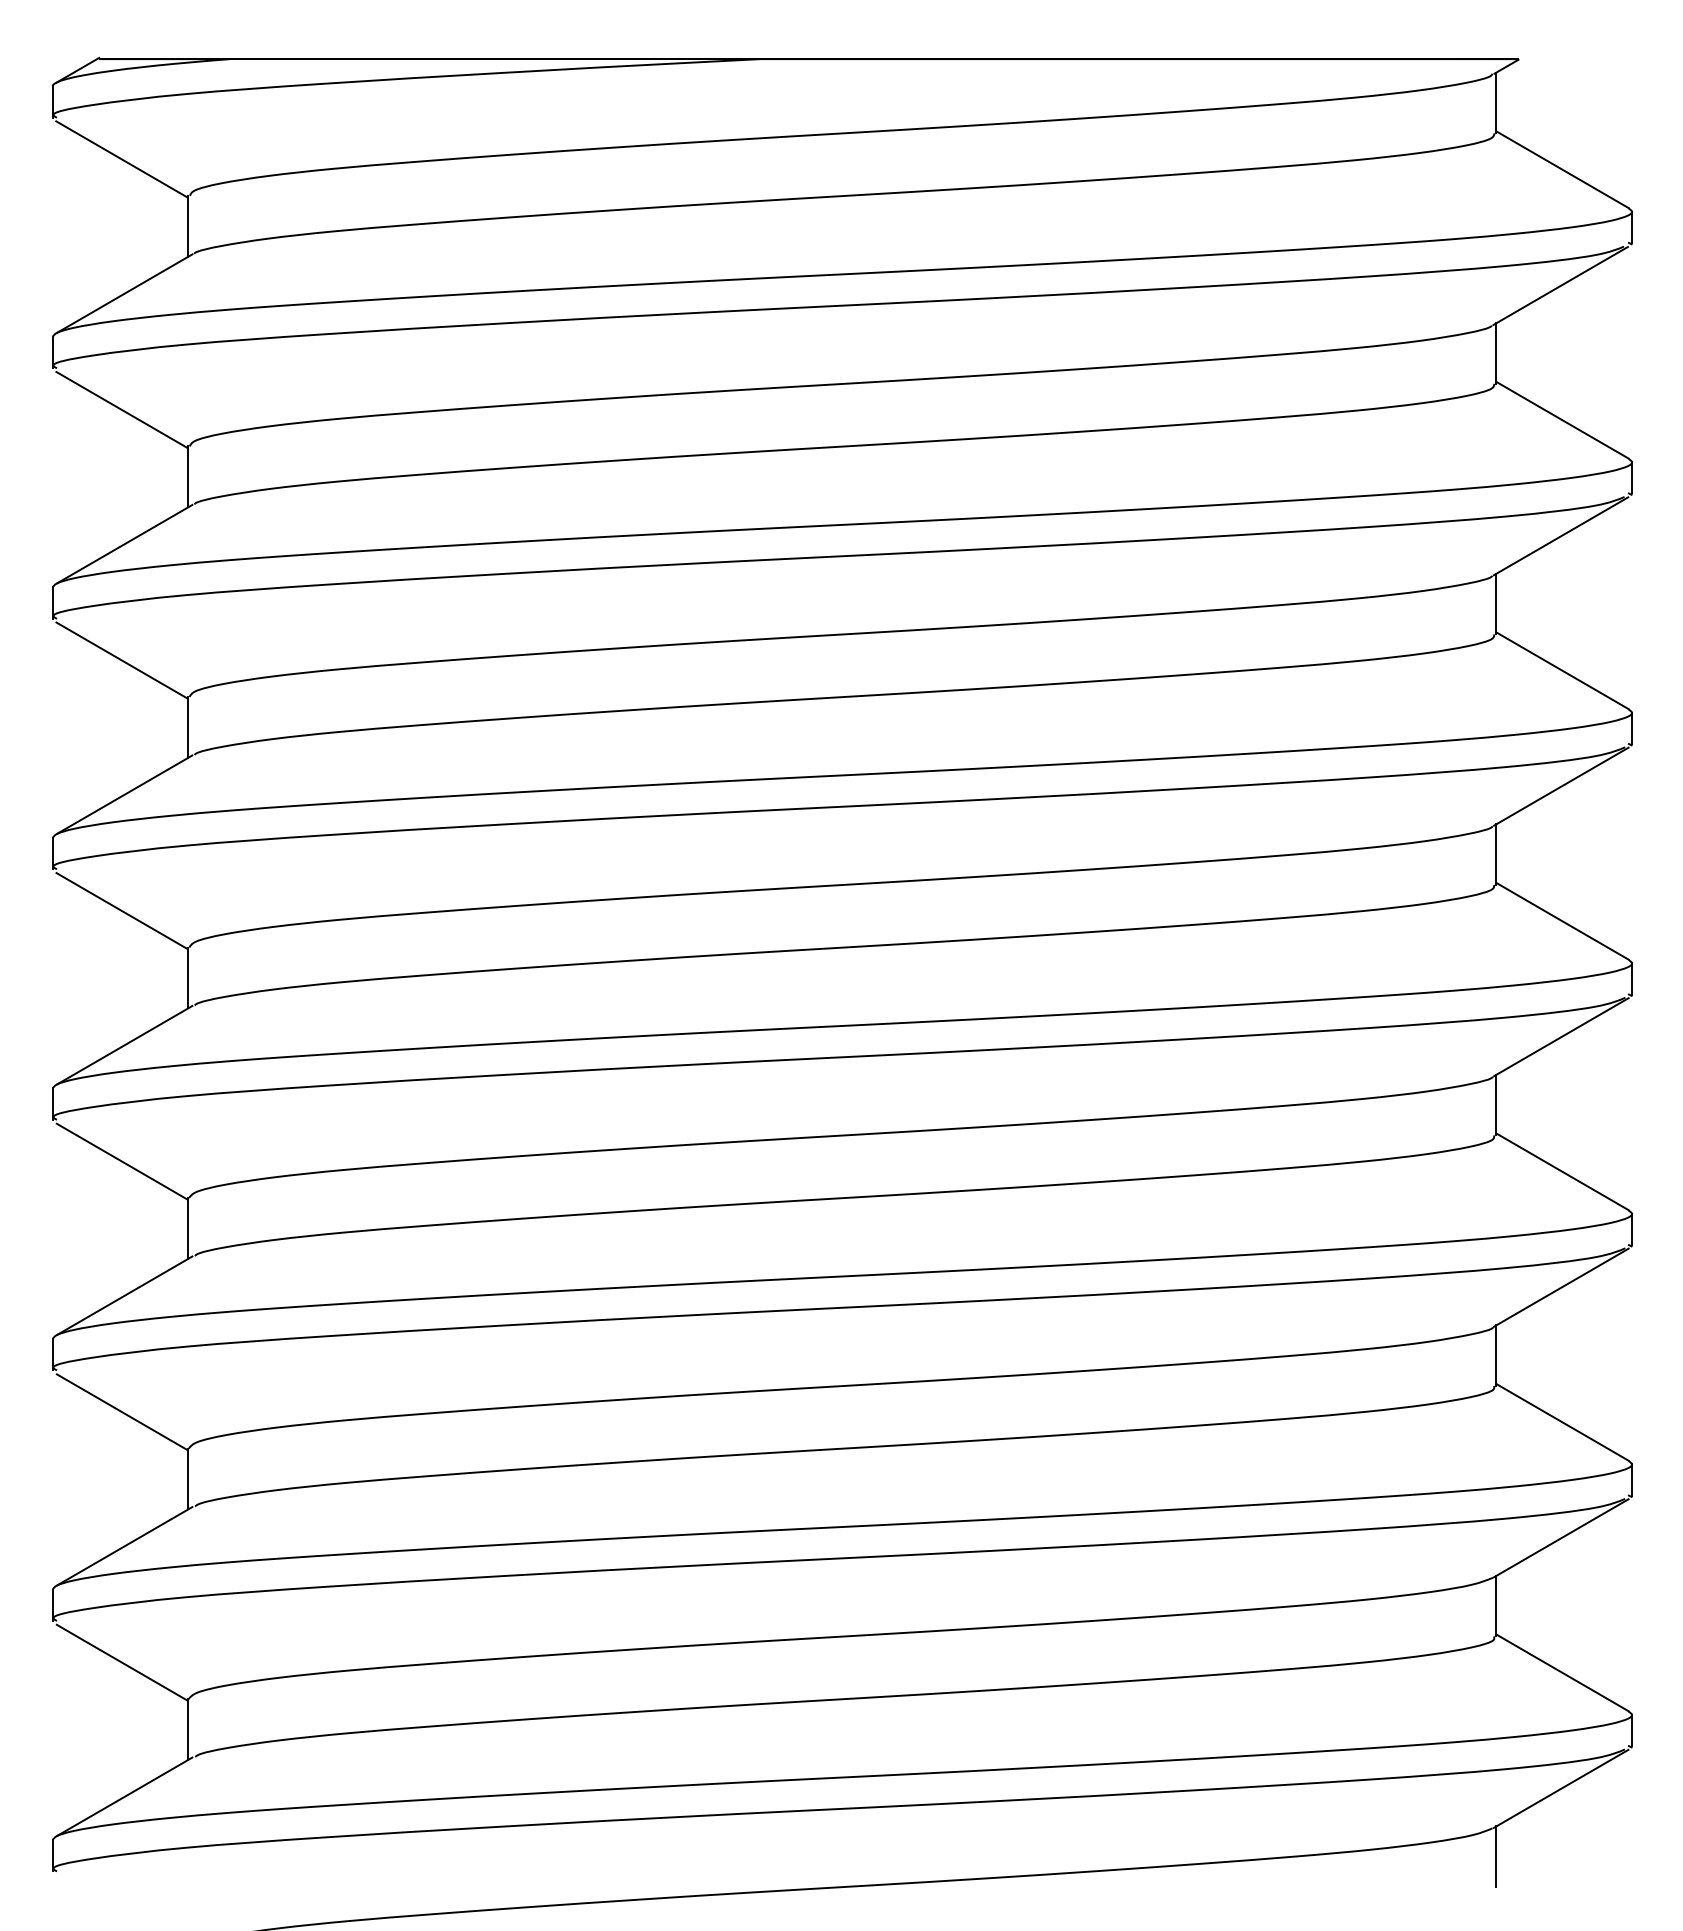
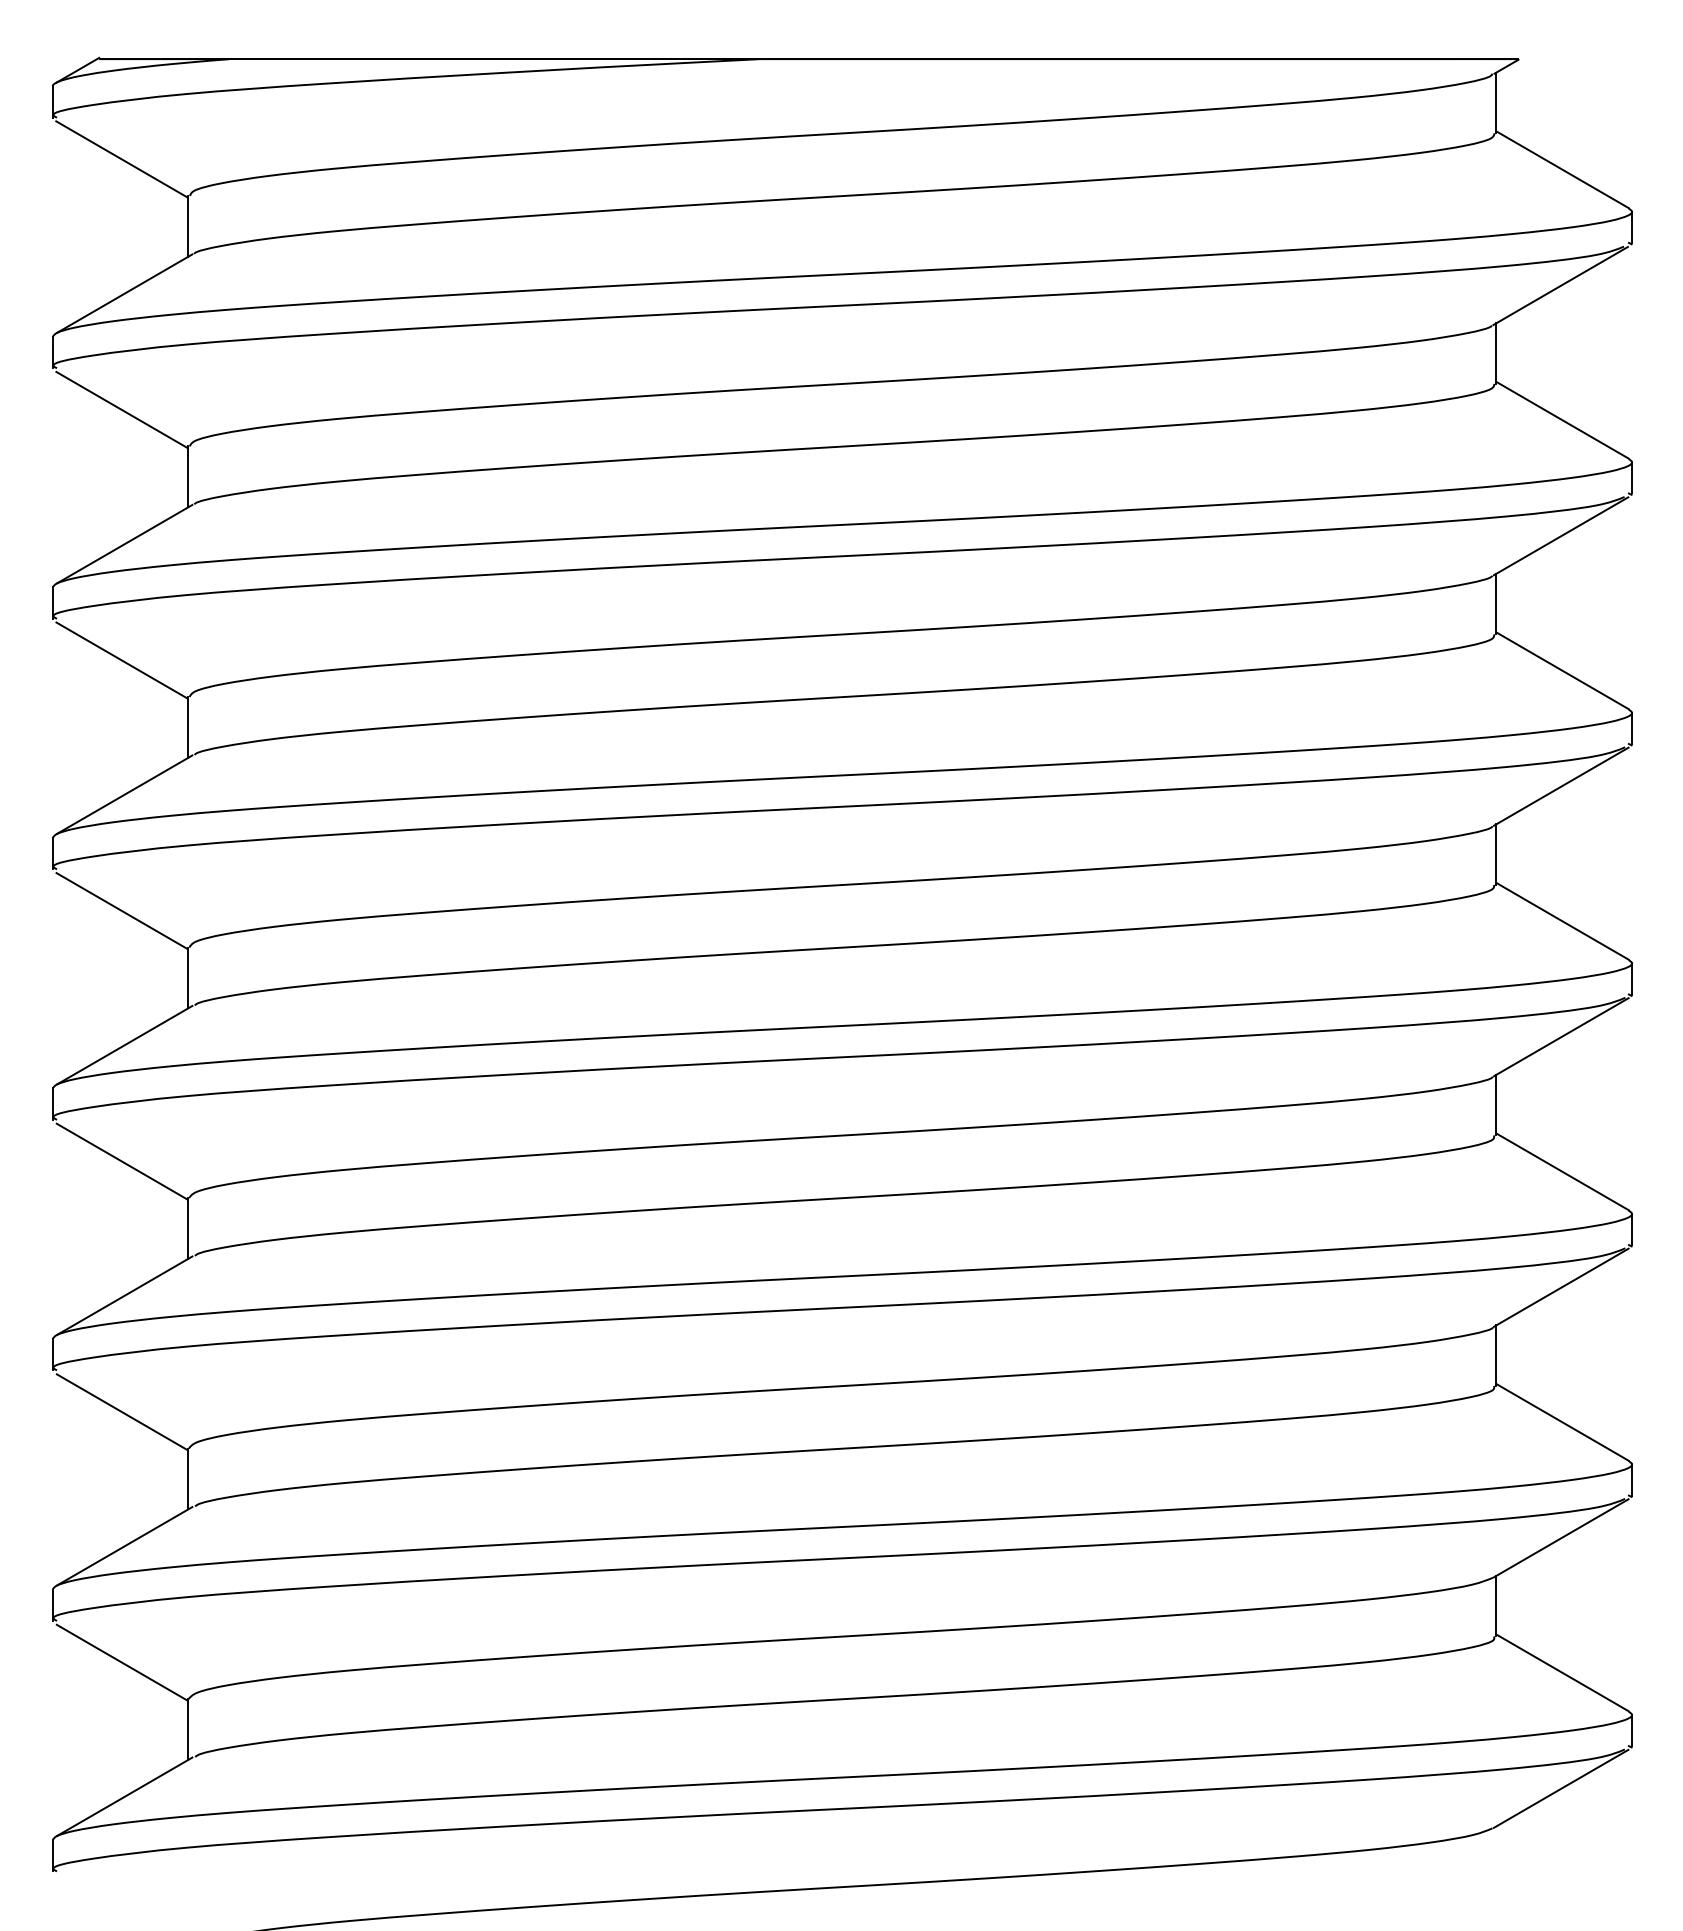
line at (1496, 1856): present -> none
